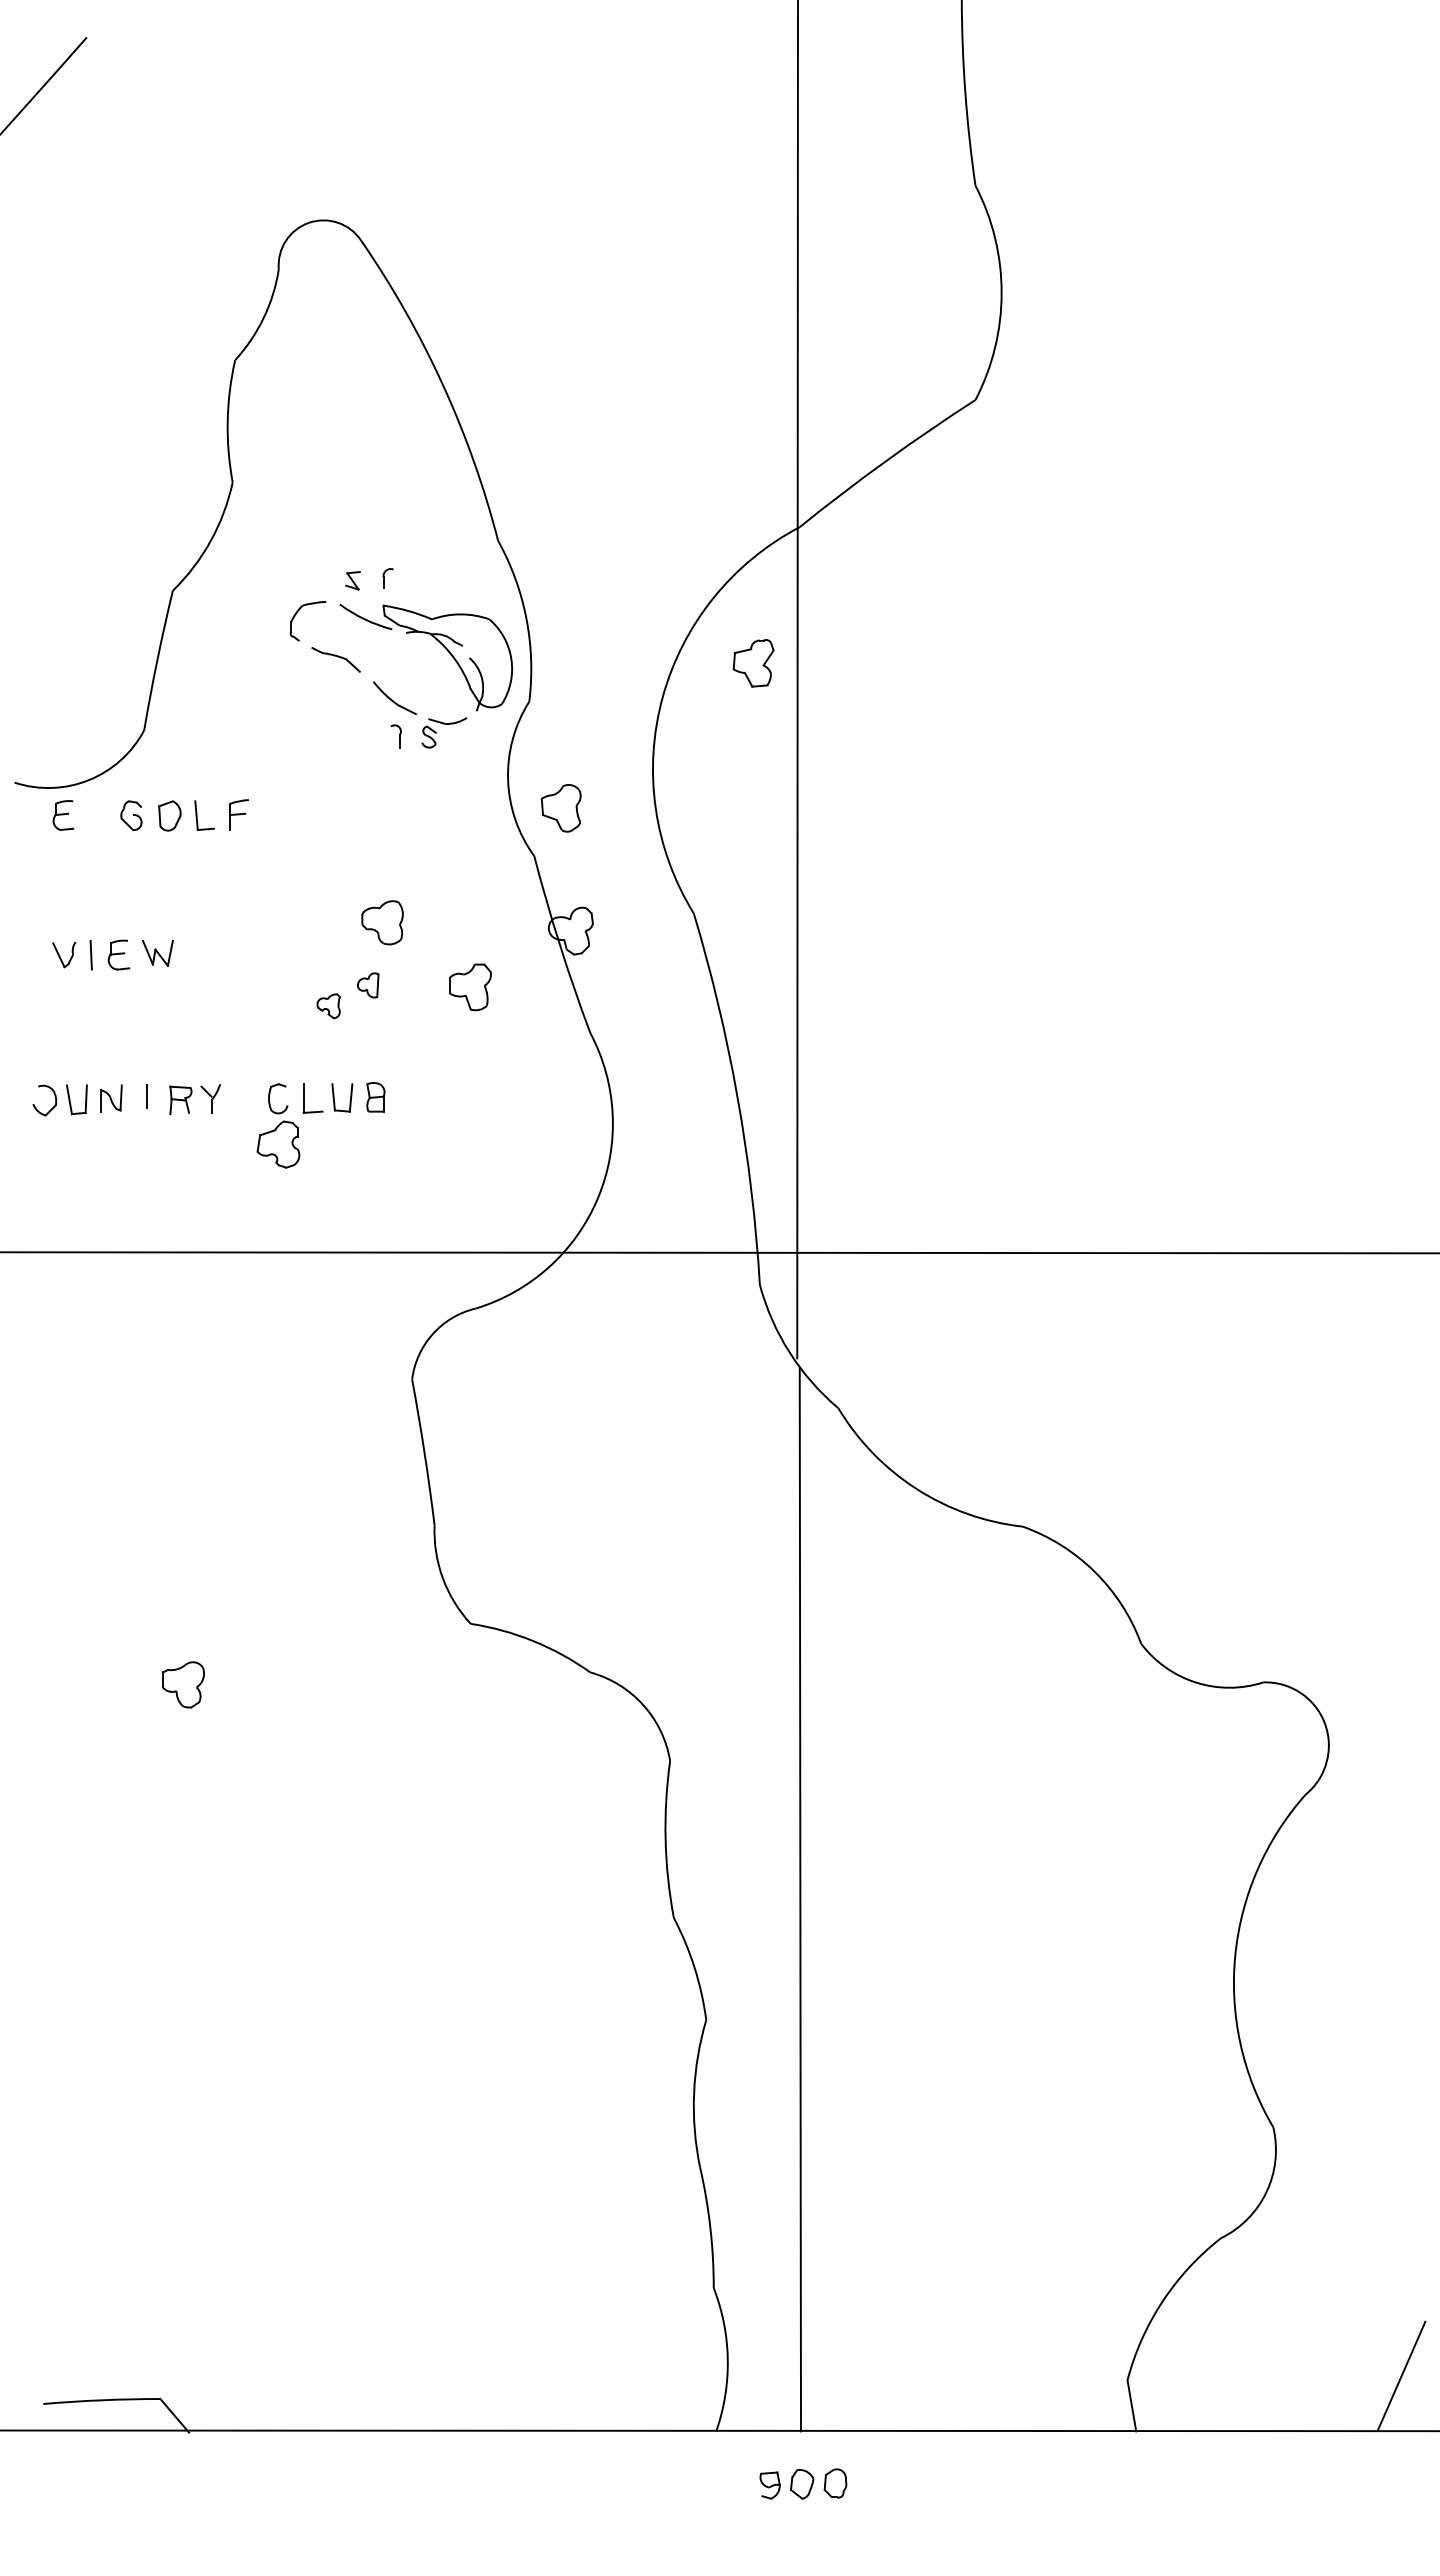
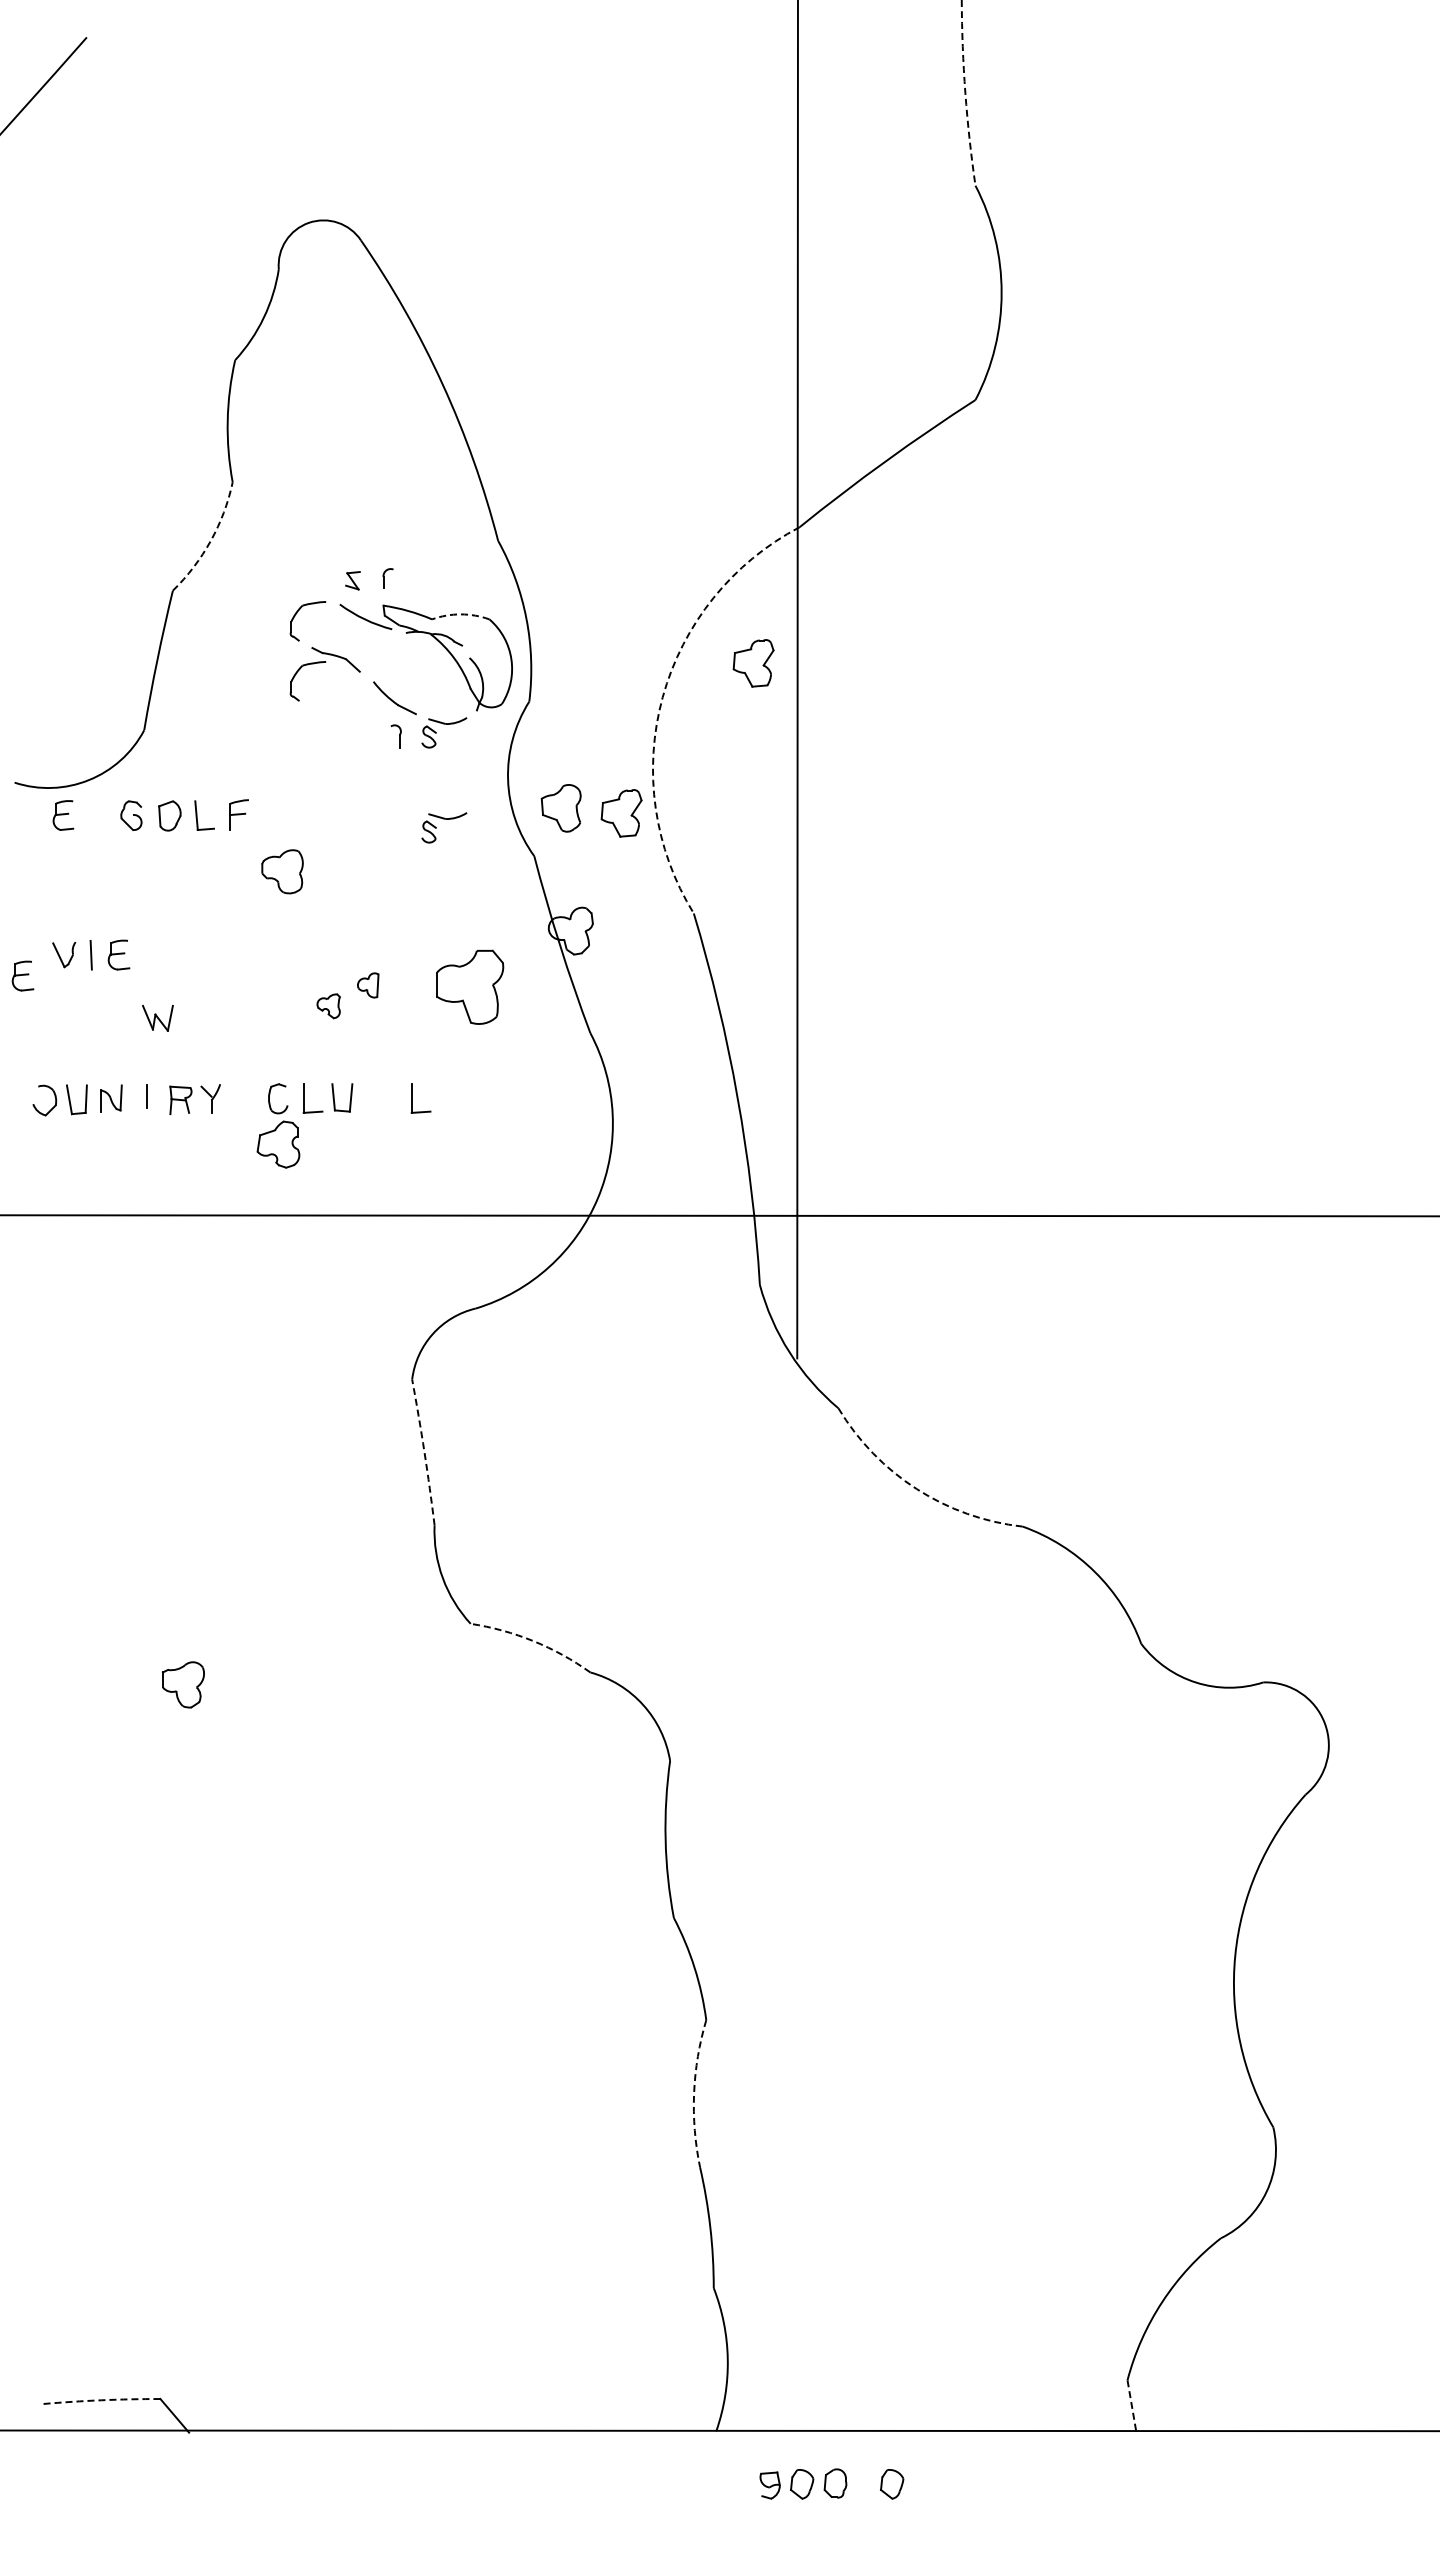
arc at (965, 93): solid -> dashed
arc at (210, 540): solid -> dashed
arc at (460, 614): solid -> dashed
part at (297, 673): none -> present
arc at (662, 697): solid -> dashed
part at (621, 813): none -> present
part at (444, 819): none -> present
part at (382, 922) position: (382, 922) -> (282, 871)
part at (157, 952) position: (157, 952) -> (157, 1017)
part at (22, 975): none -> present
part at (470, 987) size: 43x49 px -> 69x76 px
part at (375, 1097): present -> none
part at (412, 1098): none -> present
line at (719, 1252) position: (719, 1252) -> (719, 1215)
arc at (424, 1452): solid -> dashed
arc at (916, 1489): solid -> dashed
arc at (533, 1641): solid -> dashed
line at (800, 1899): present -> none
arc at (694, 2093): solid -> dashed
line at (1401, 2375): present -> none
arc at (101, 2400): solid -> dashed
line at (1131, 2405): solid -> dashed
part at (892, 2484): none -> present
